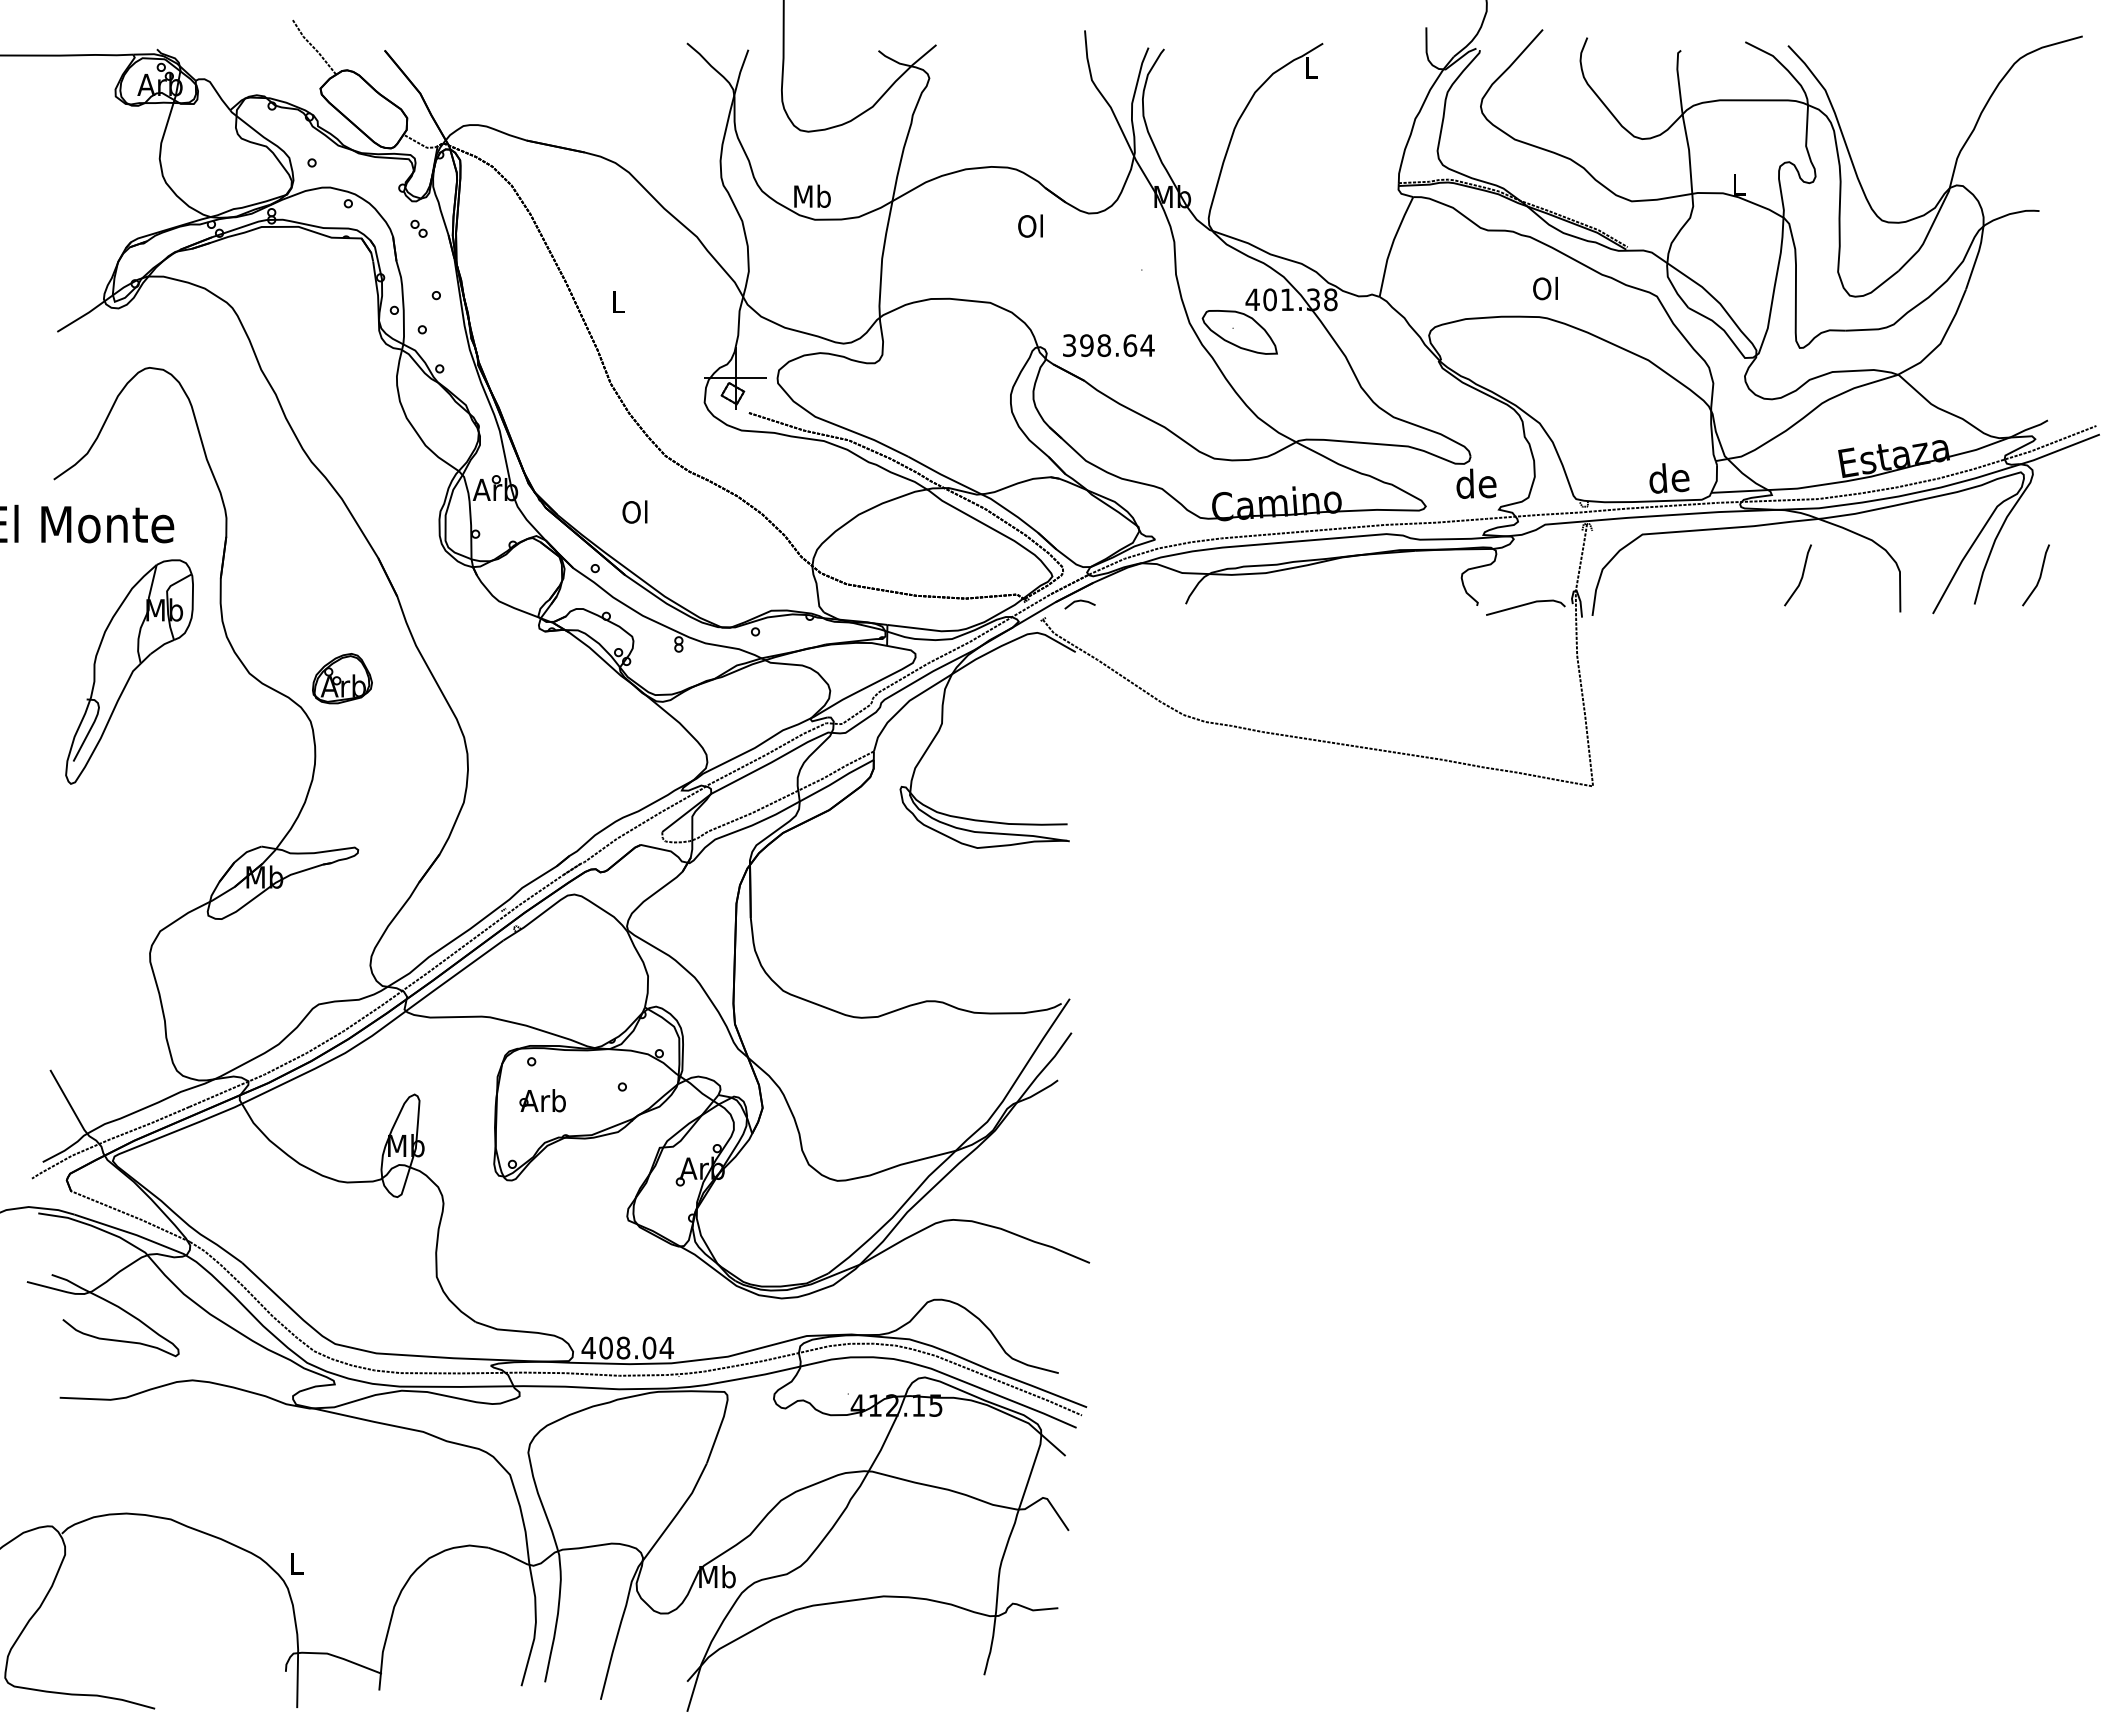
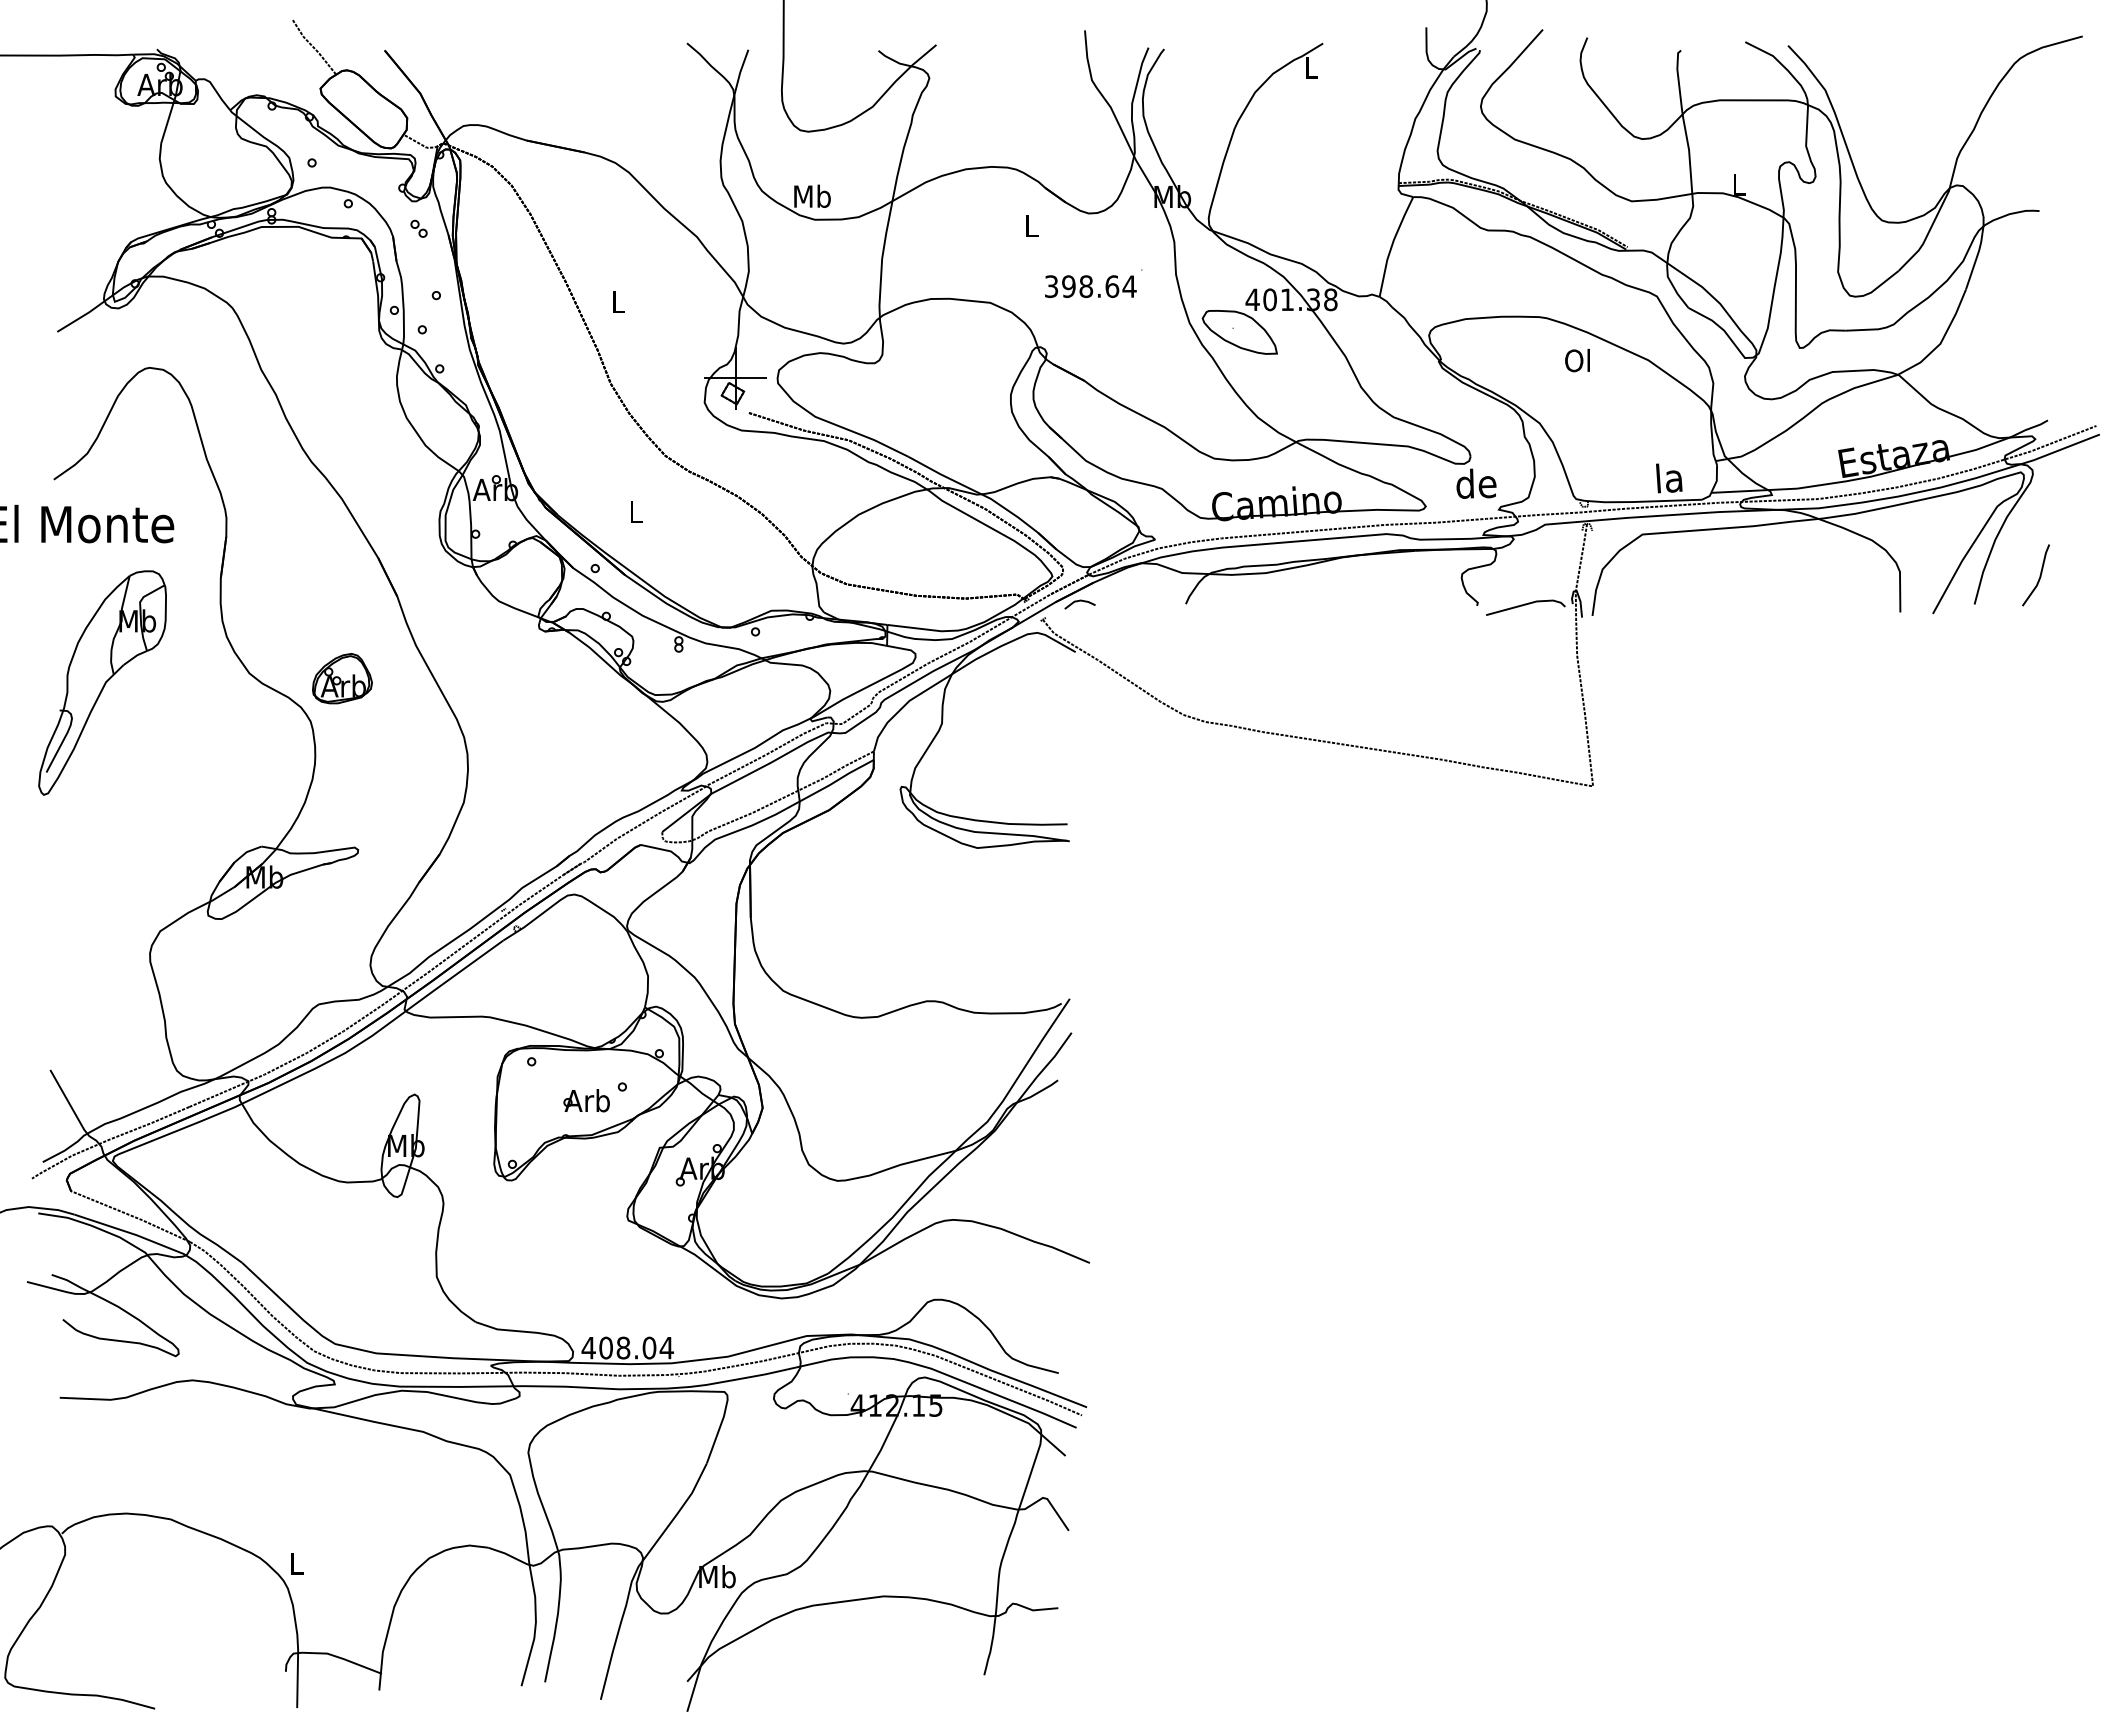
text at (1030, 225): Ol -> L
text at (1545, 288) position: (1545, 288) -> (1577, 360)
text at (1108, 345) position: (1108, 345) -> (1090, 286)
text at (1669, 478): de -> la
text at (634, 511): Ol -> L
line at (1801, 575): present -> none
part at (129, 671) position: (129, 671) -> (102, 682)
part at (542, 1100) position: (542, 1100) -> (586, 1100)
